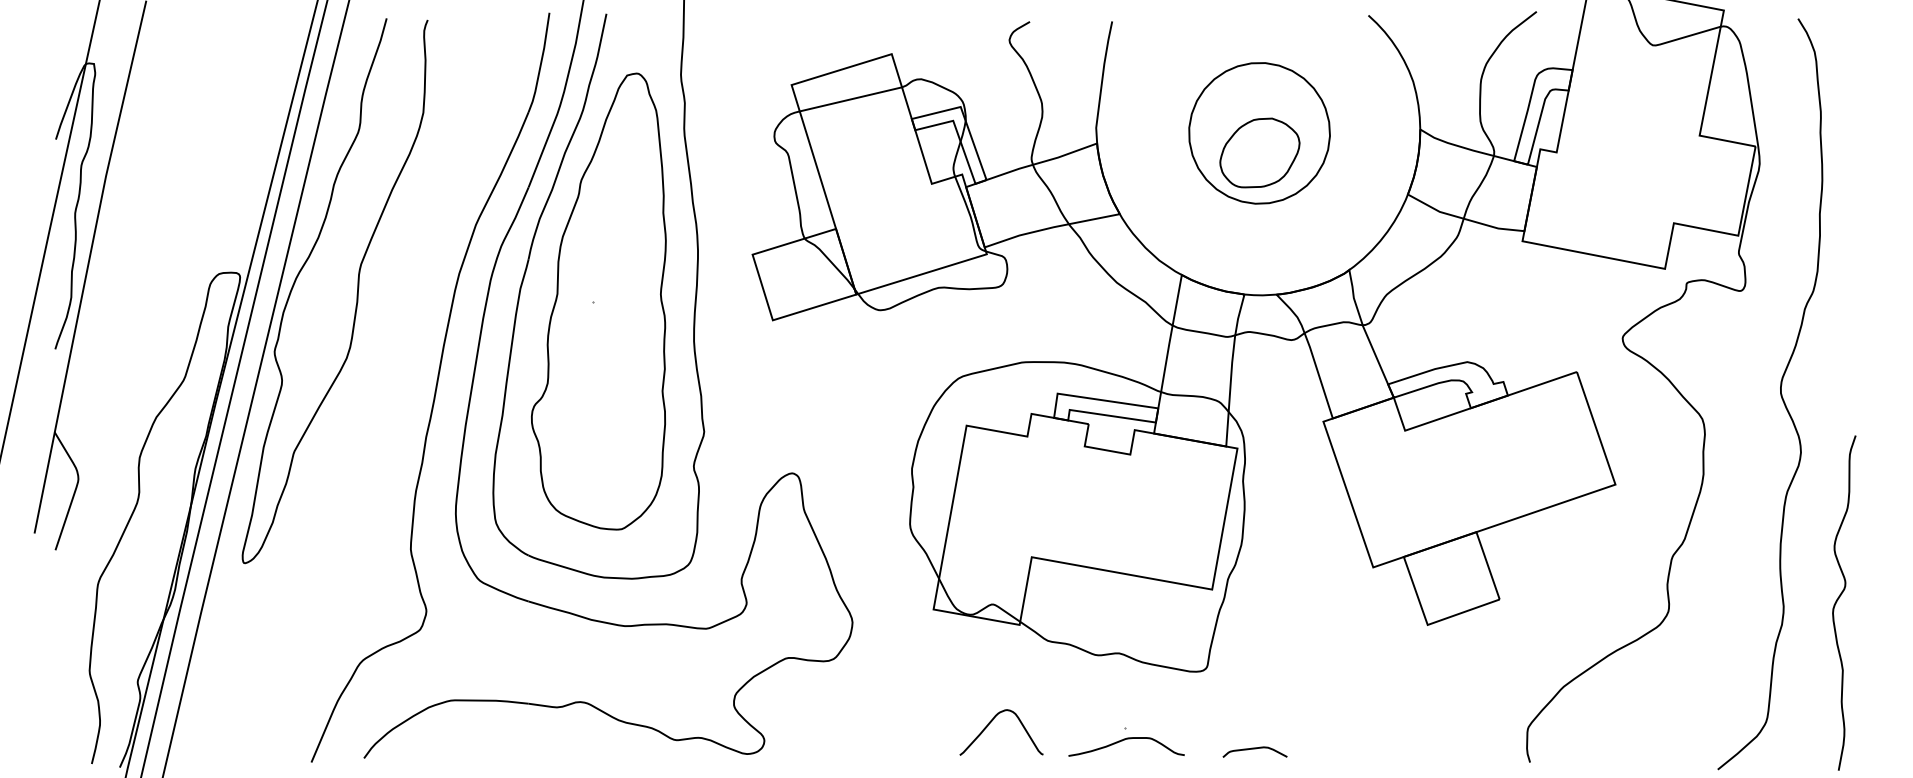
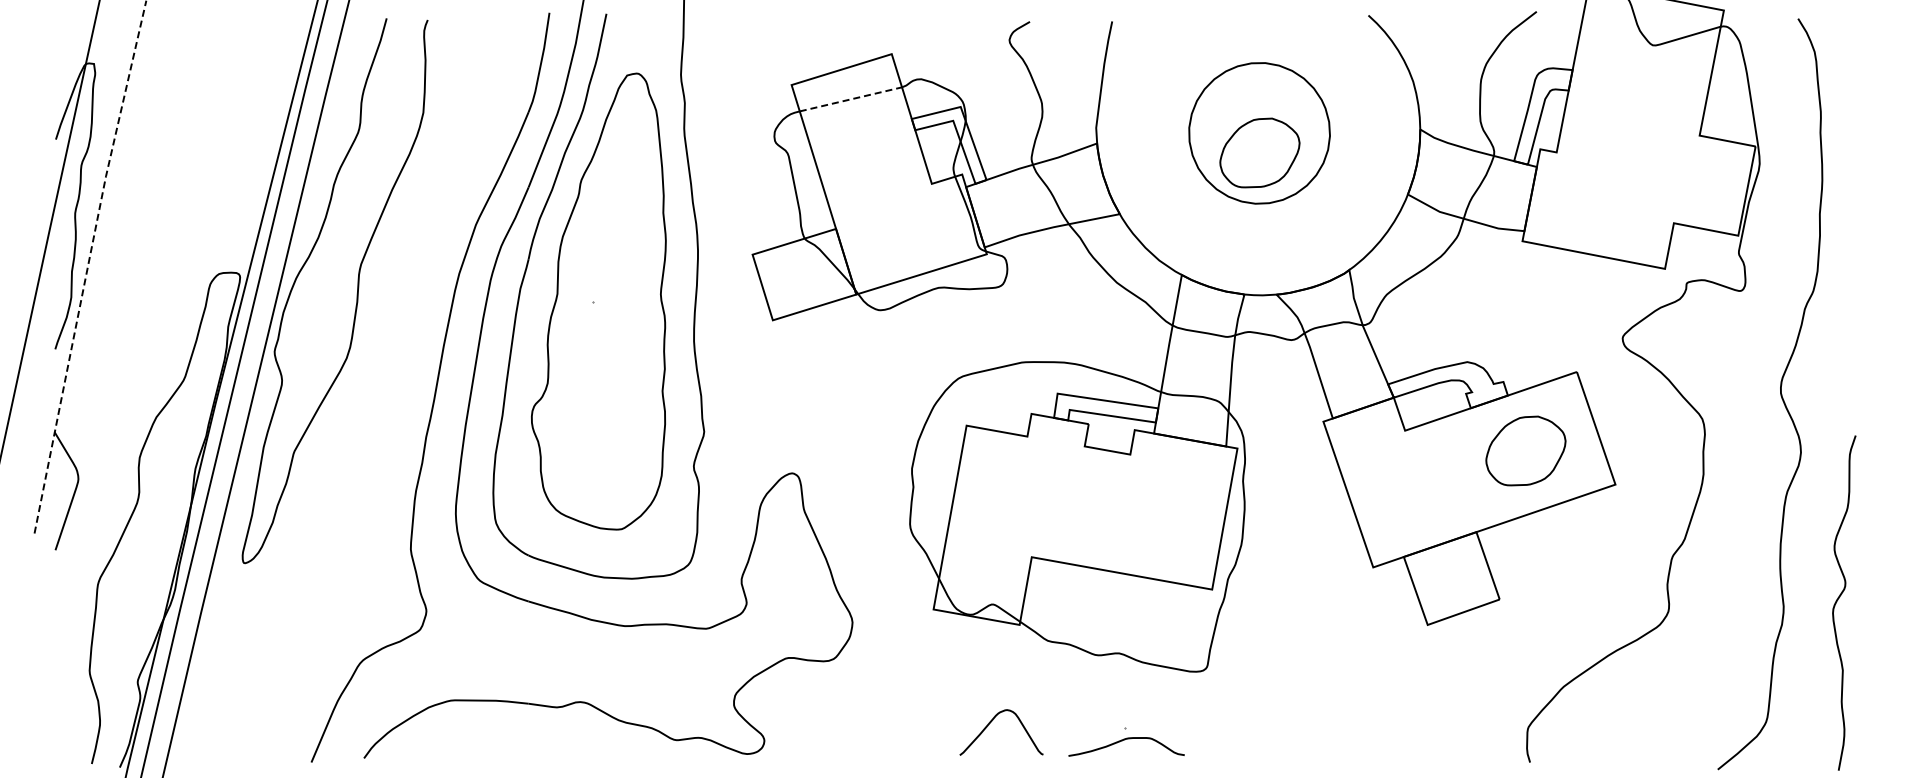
line at (850, 99): solid -> dashed
line at (88, 266): solid -> dashed
part at (1525, 450): none -> present
curve at (1254, 749): present -> none
